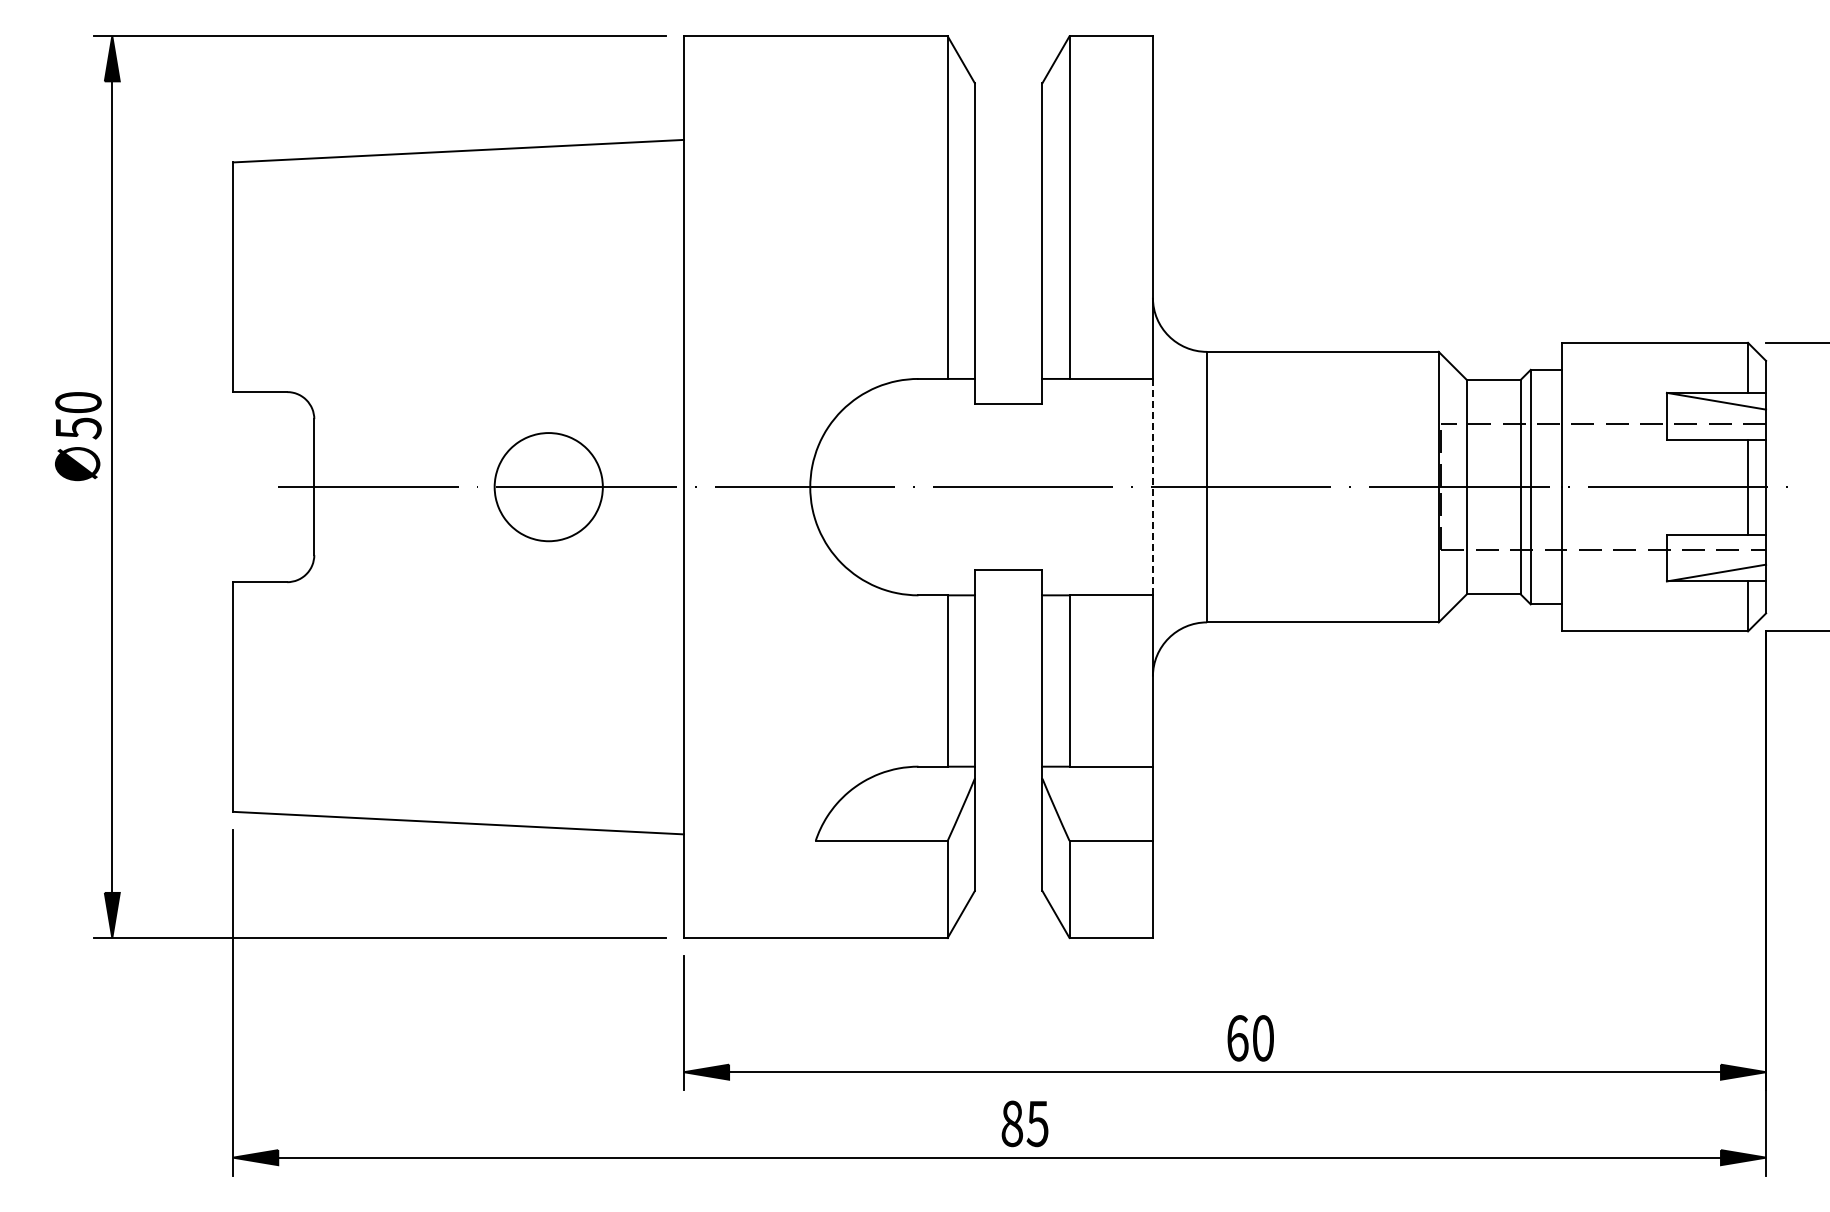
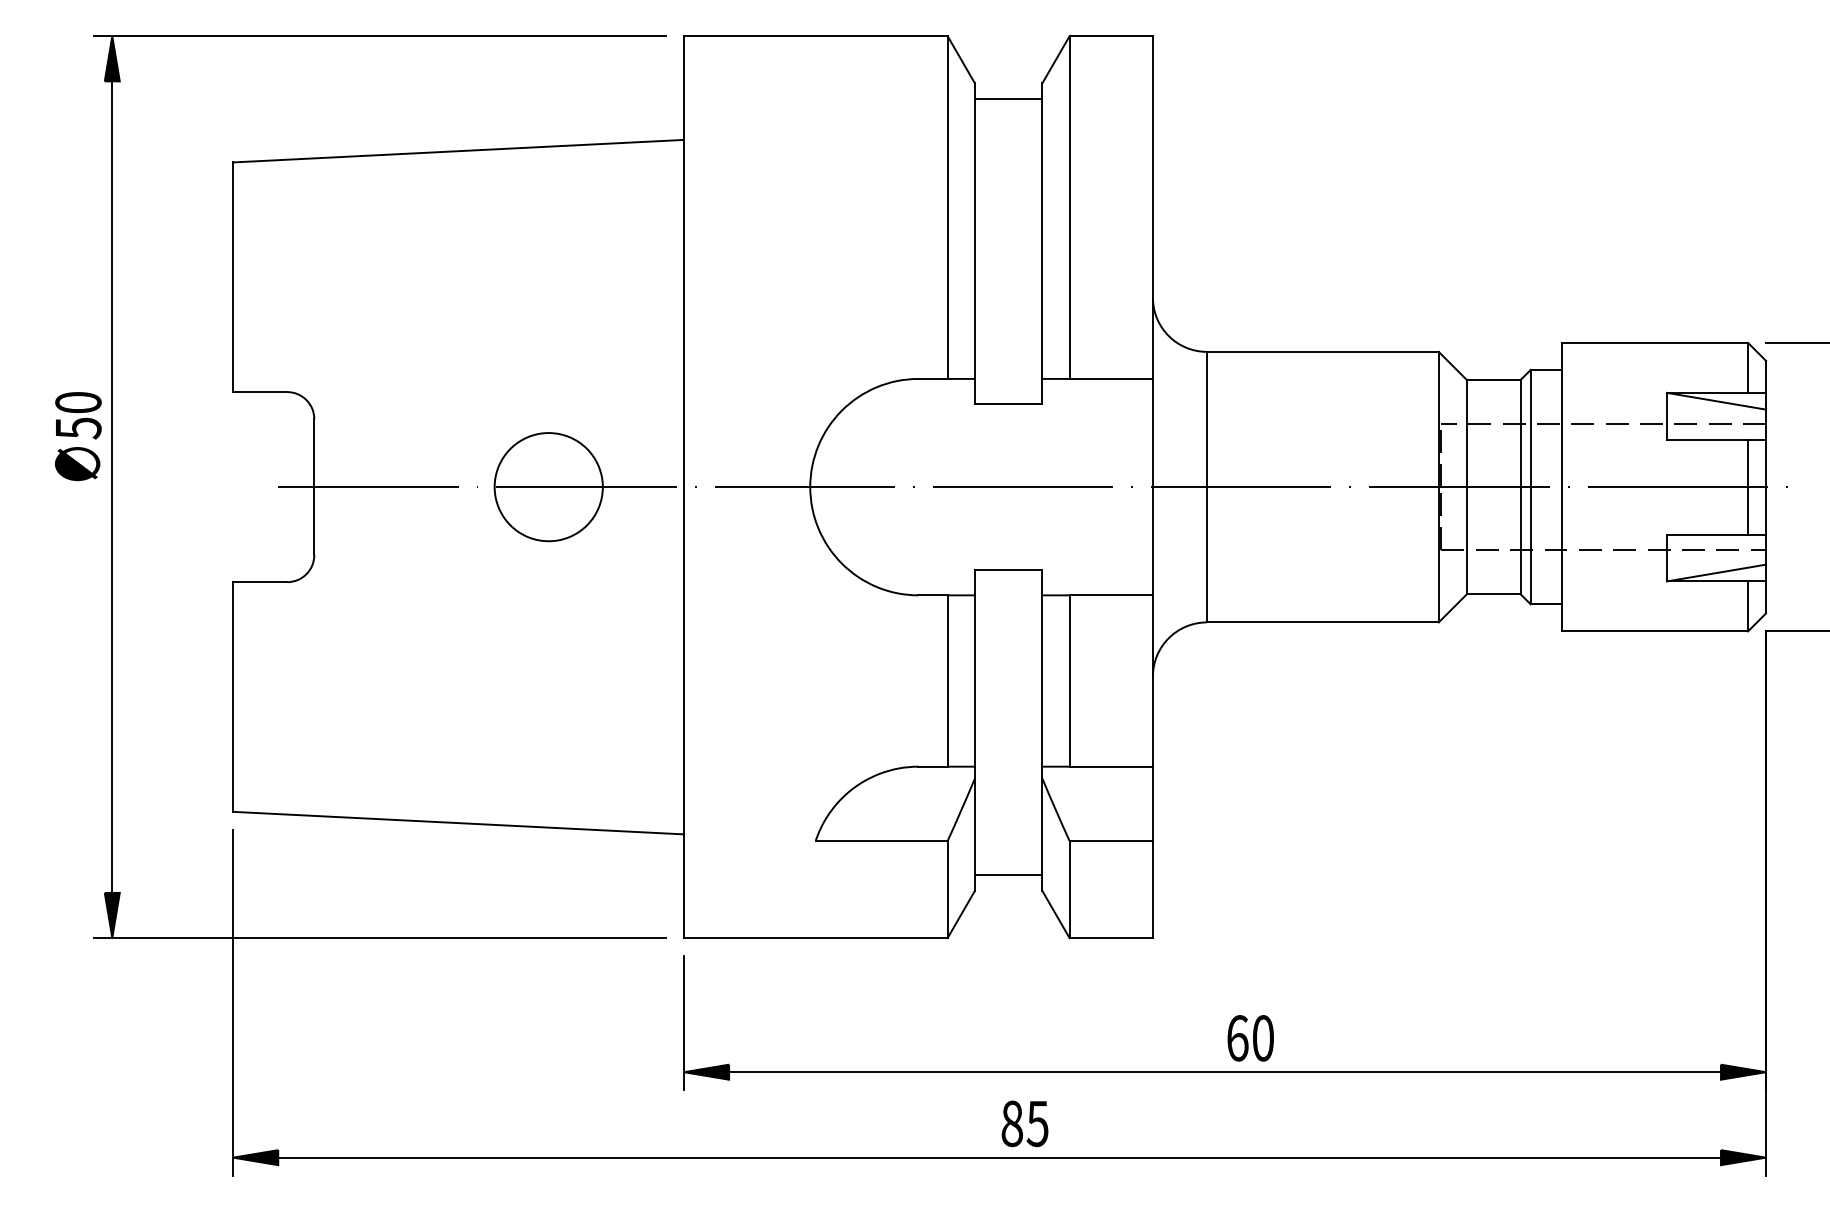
line at (1008, 99): none -> present
line at (1152, 487): dashed -> solid
line at (1008, 874): none -> present
